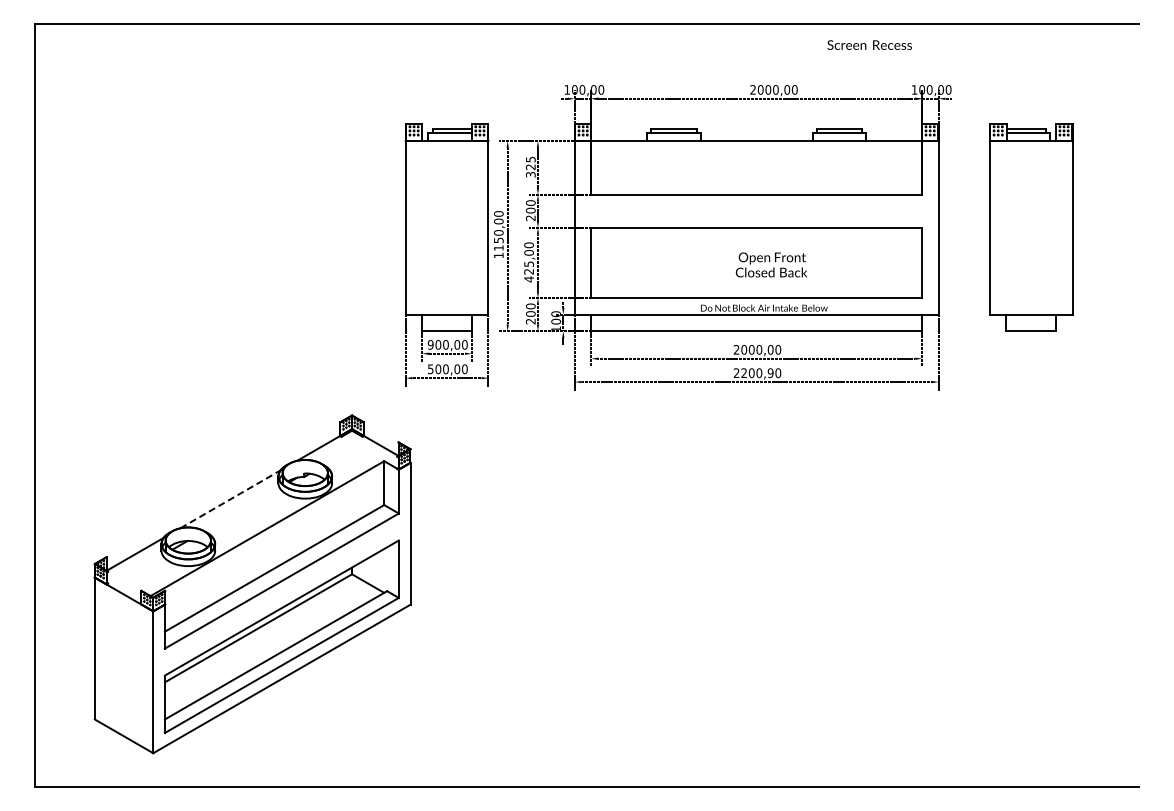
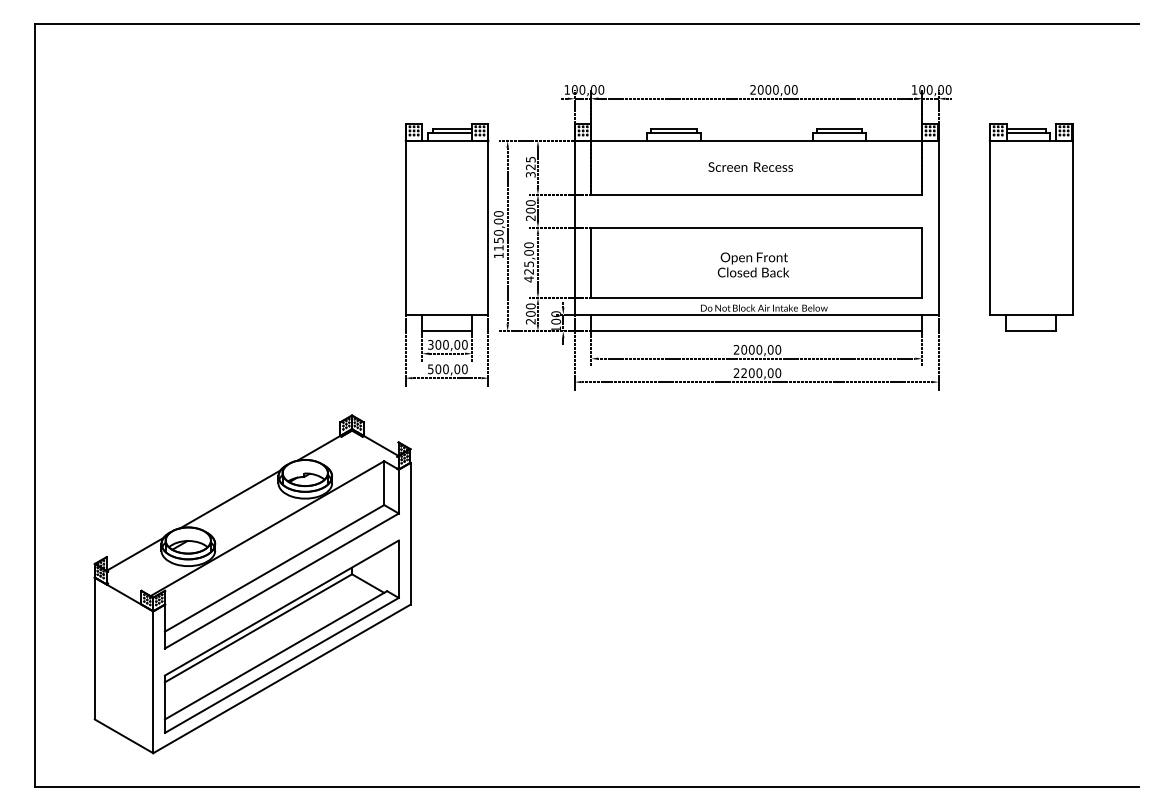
text at (869, 44) position: (869, 44) -> (750, 166)
text at (771, 264) position: (771, 264) -> (753, 264)
text at (430, 344): 900,00 -> 300,00
text at (770, 373): 2200,90 -> 2200,00
line at (230, 499): dashed -> solid
